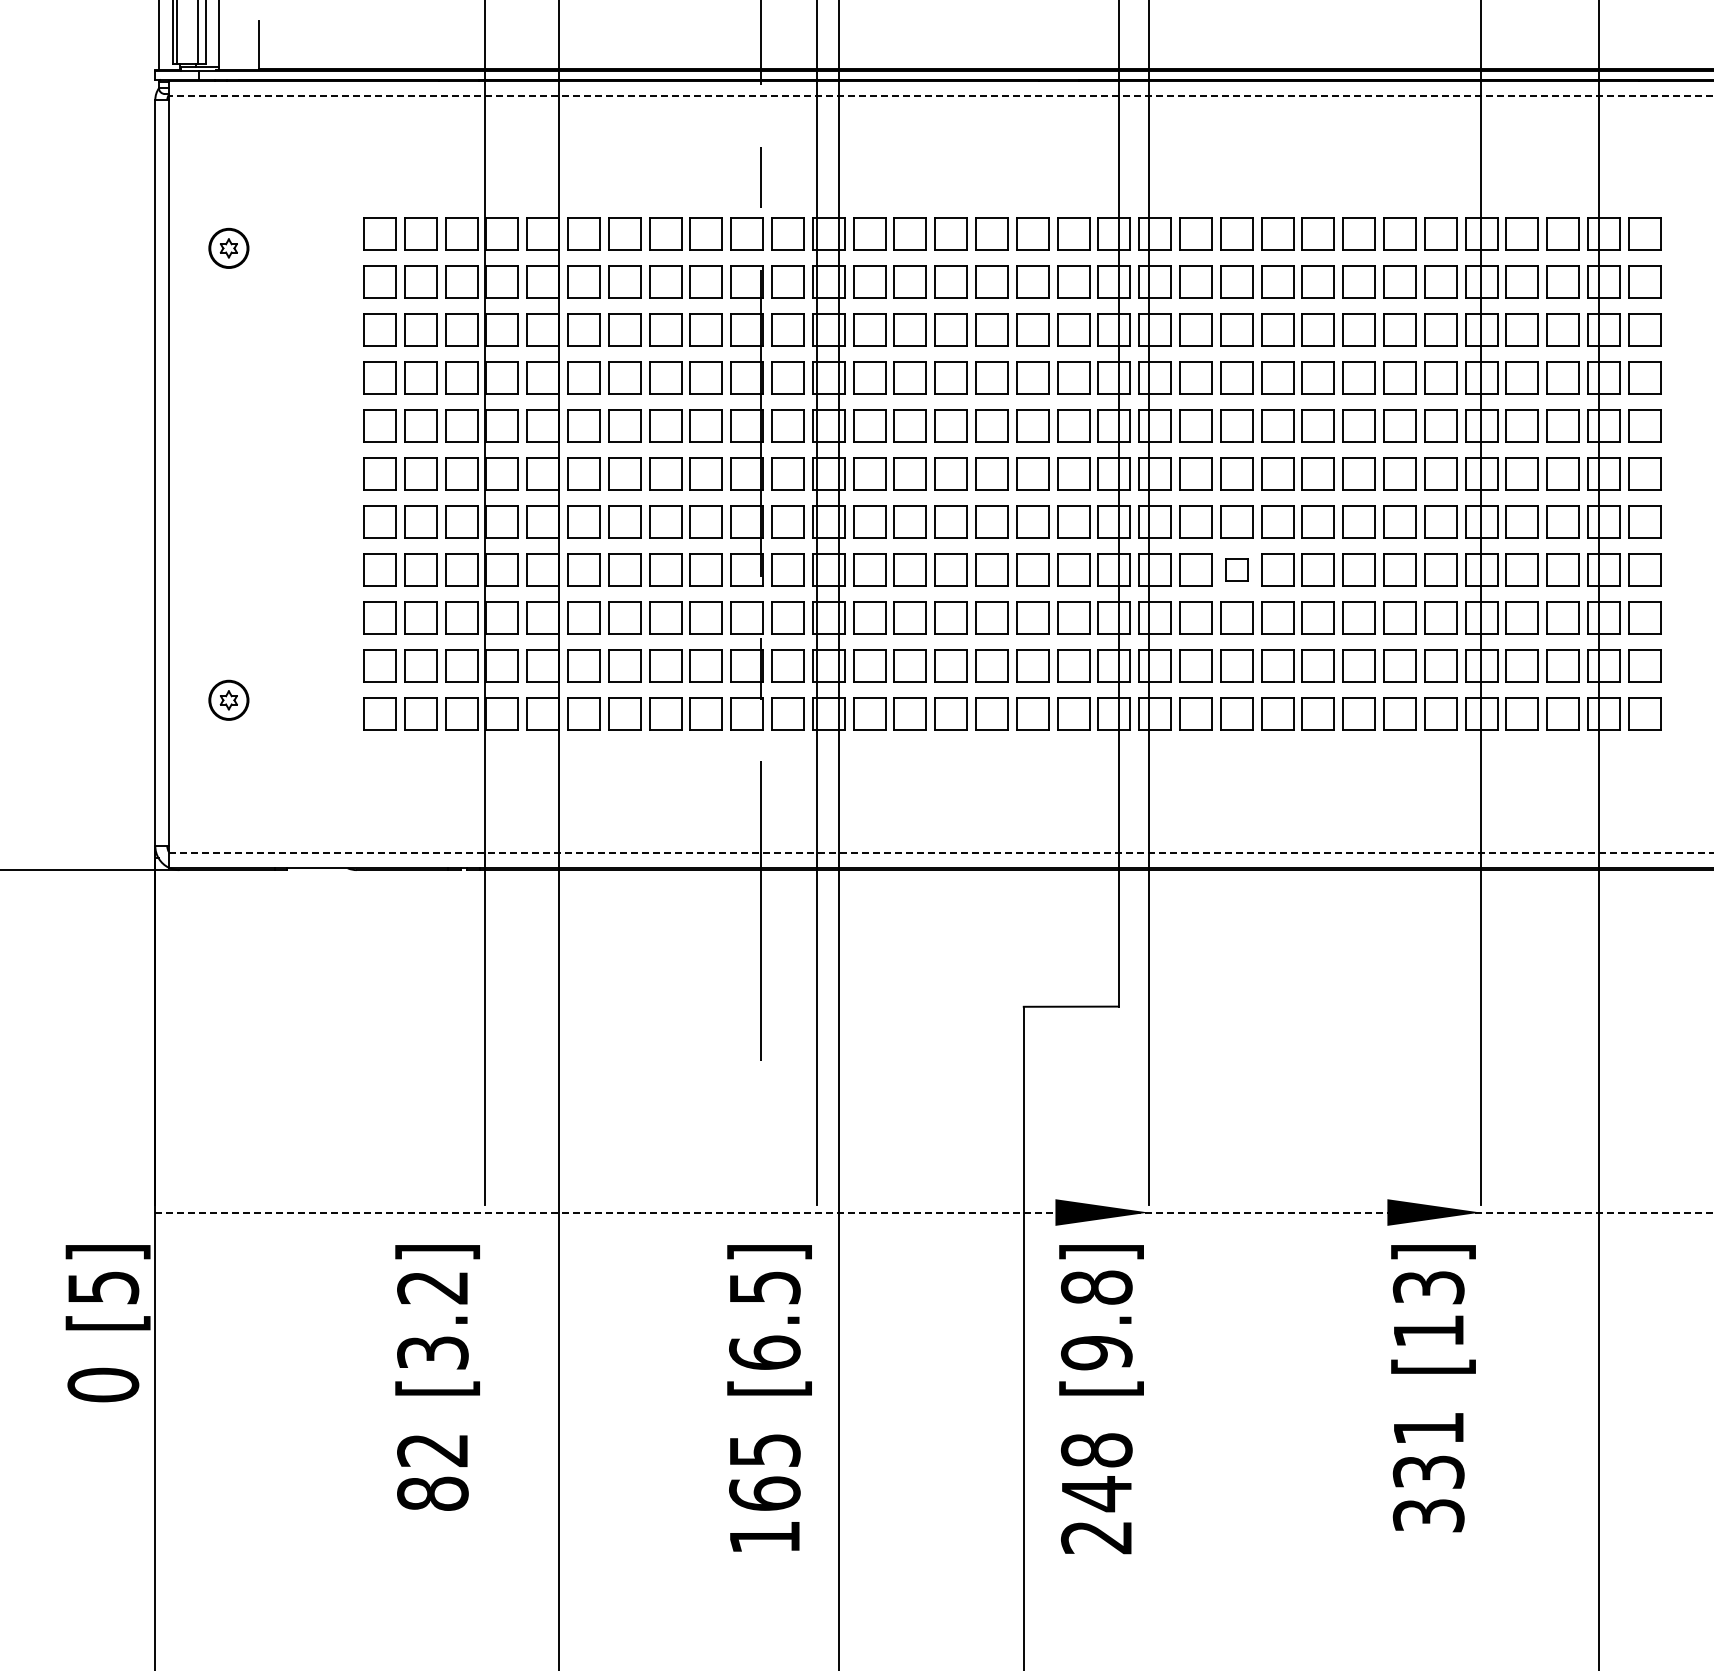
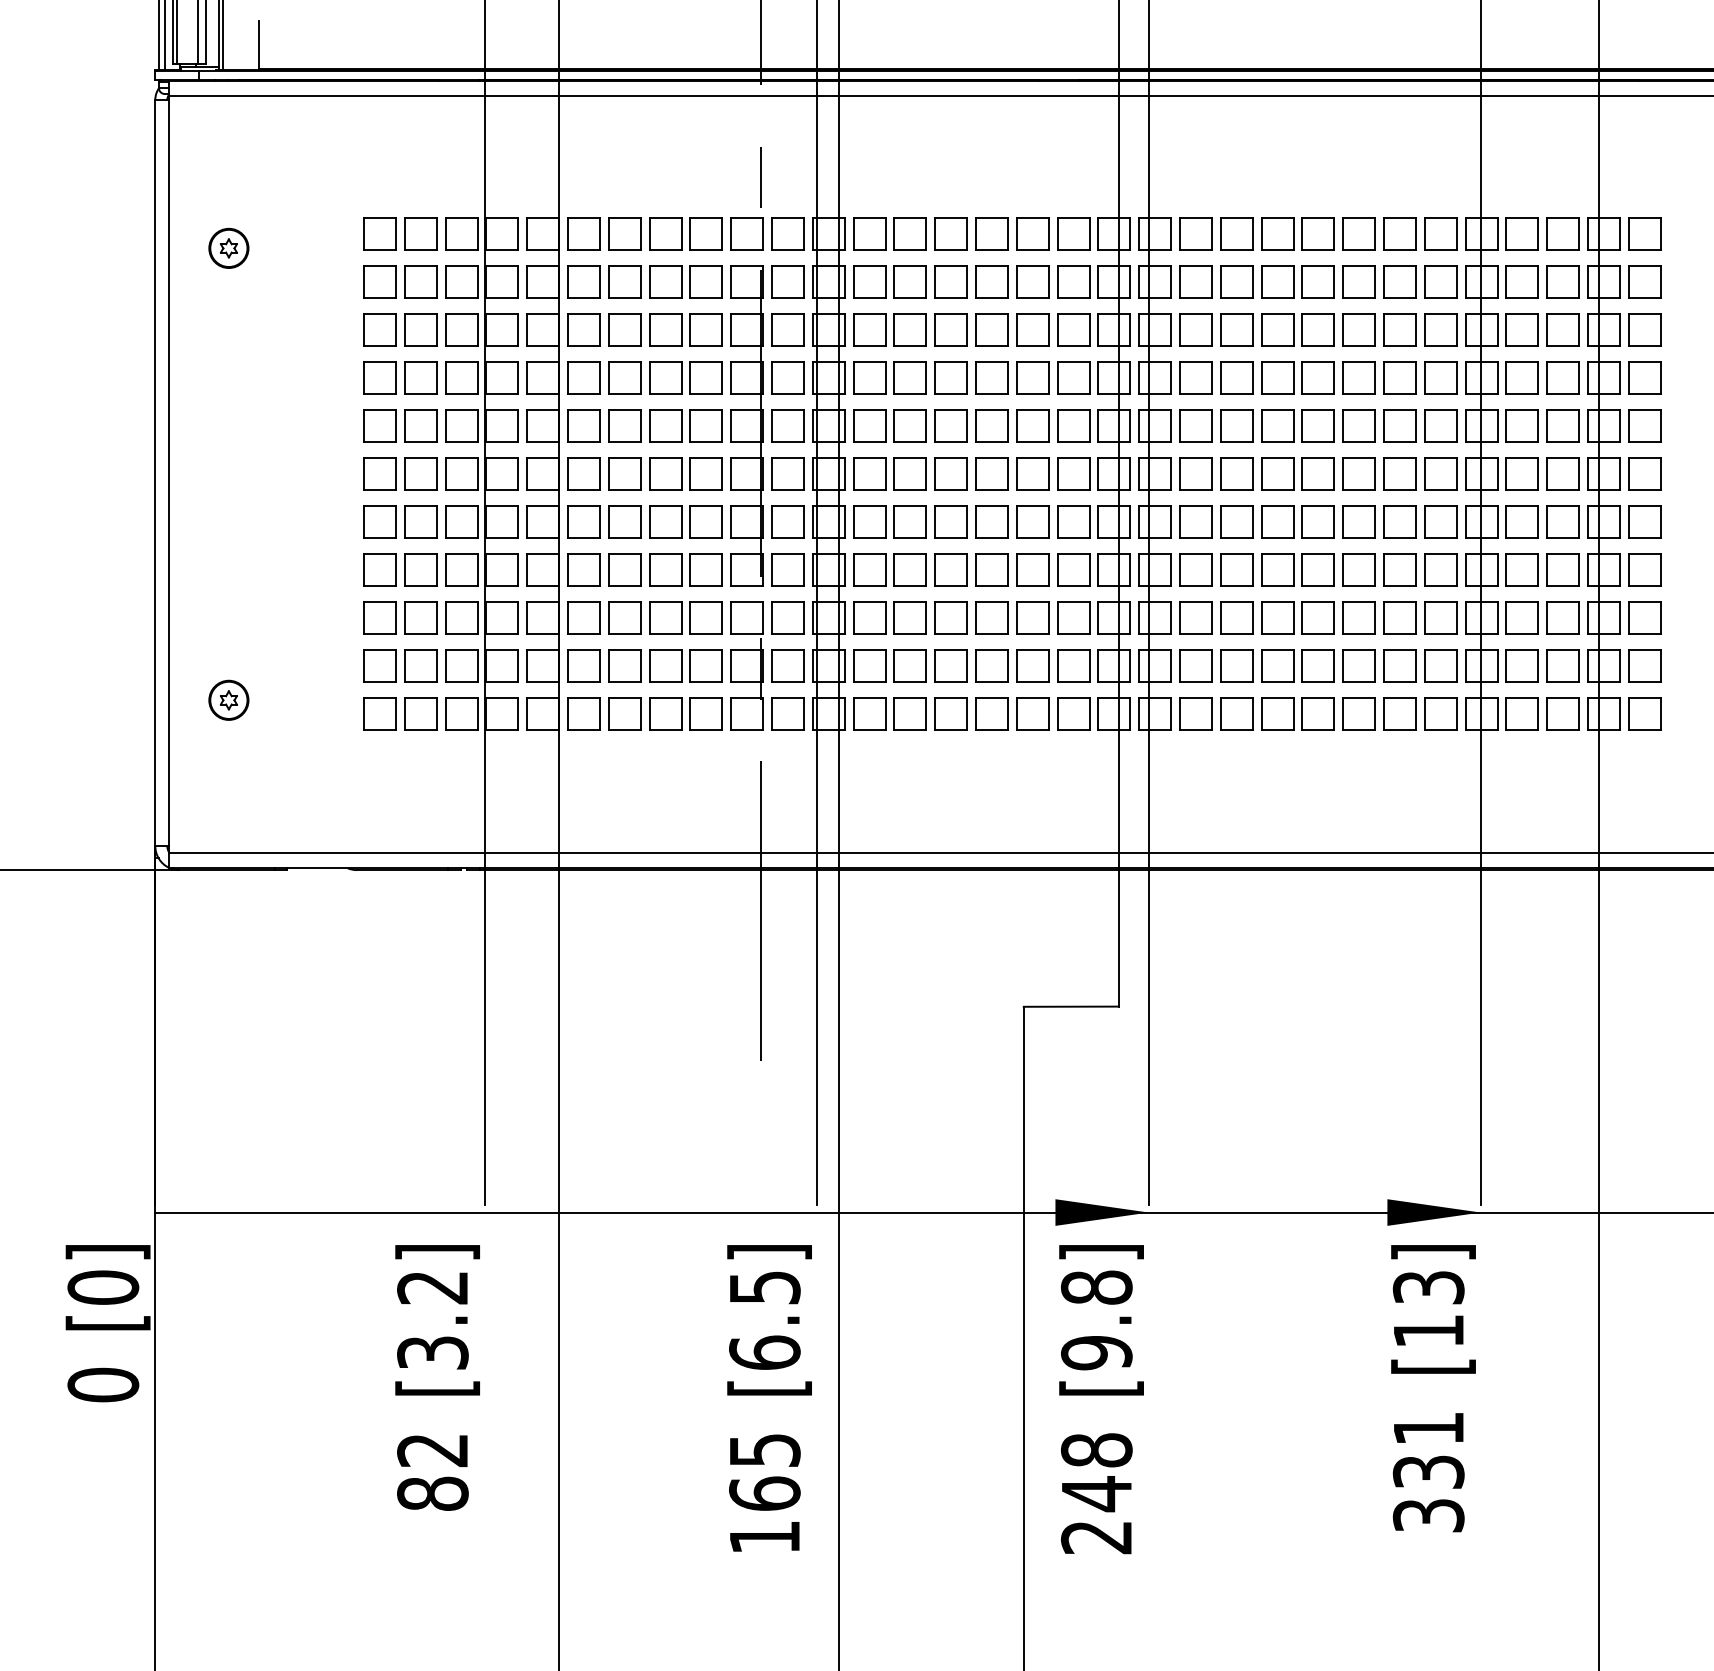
line at (164, 36): none -> present
line at (223, 36): none -> present
line at (940, 95): dashed -> solid
part at (1236, 569) size: 24x24 px -> 34x34 px
line at (941, 852): dashed -> solid
line at (935, 1212): dashed -> solid
text at (103, 1287): [5] -> [0]
